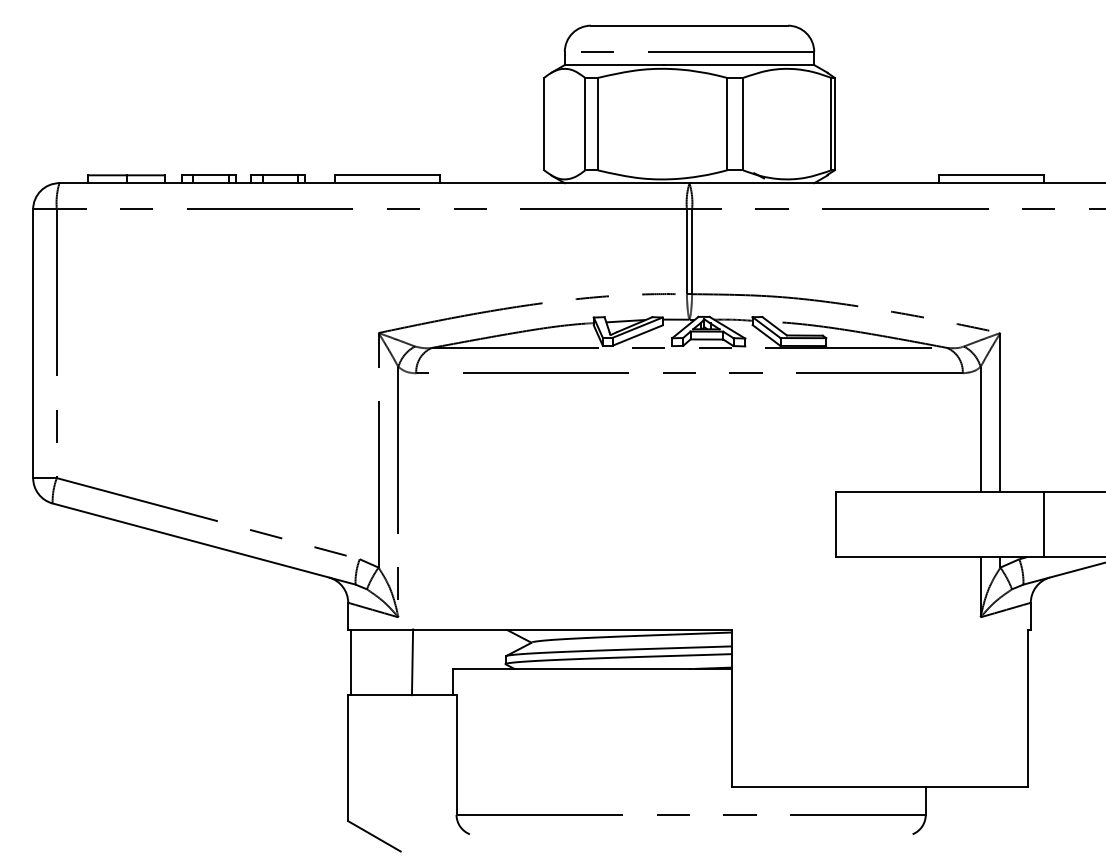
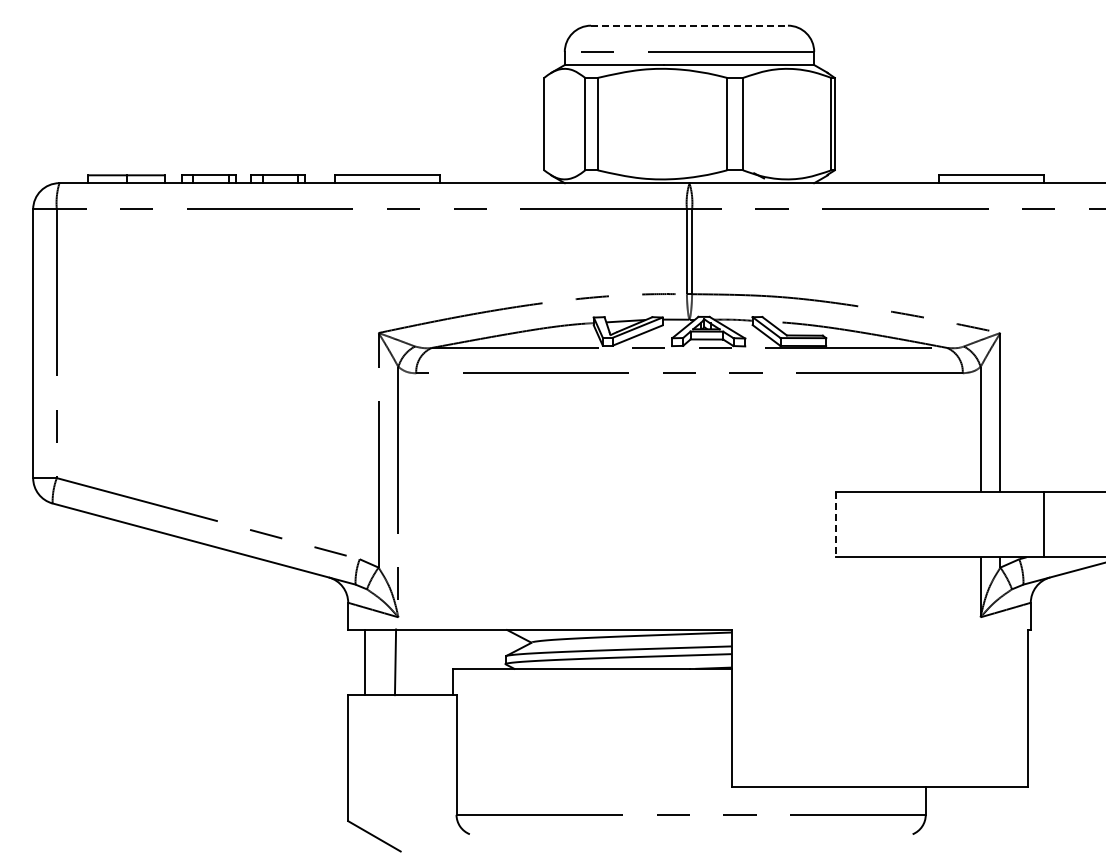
line at (690, 25): solid -> dashed
line at (835, 524): solid -> dashed
line at (350, 662) position: (350, 662) -> (364, 662)
line at (412, 662) position: (412, 662) -> (395, 662)
